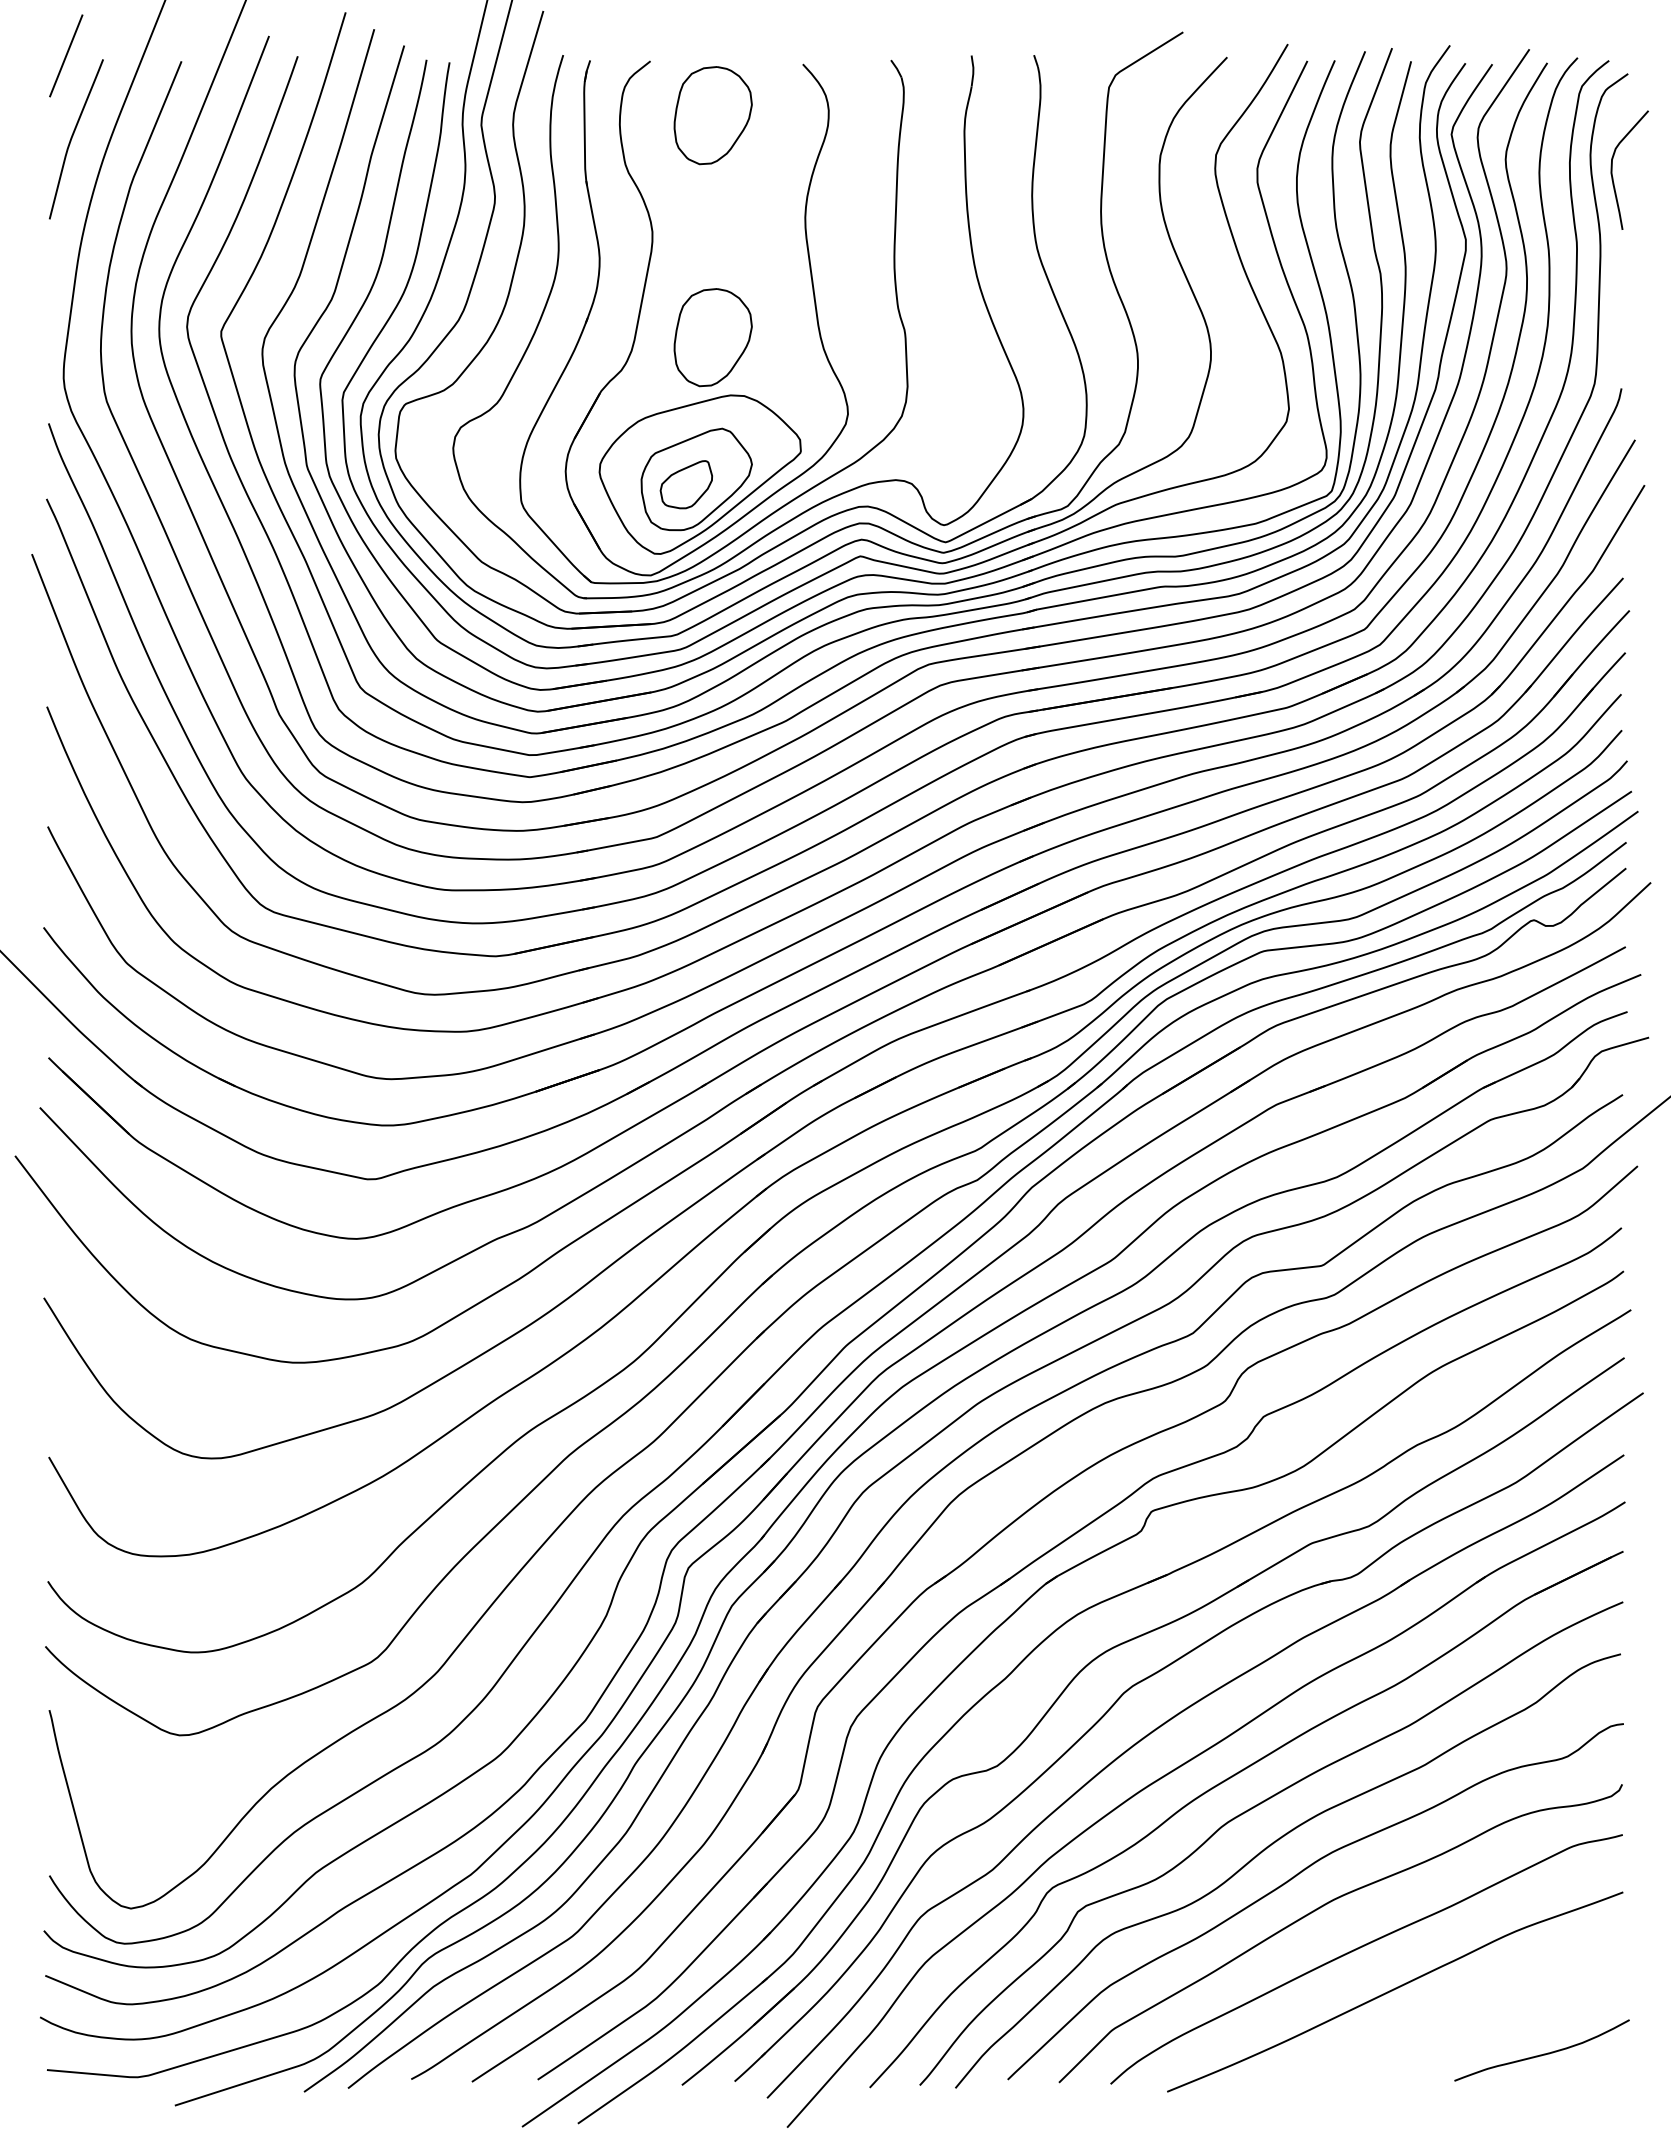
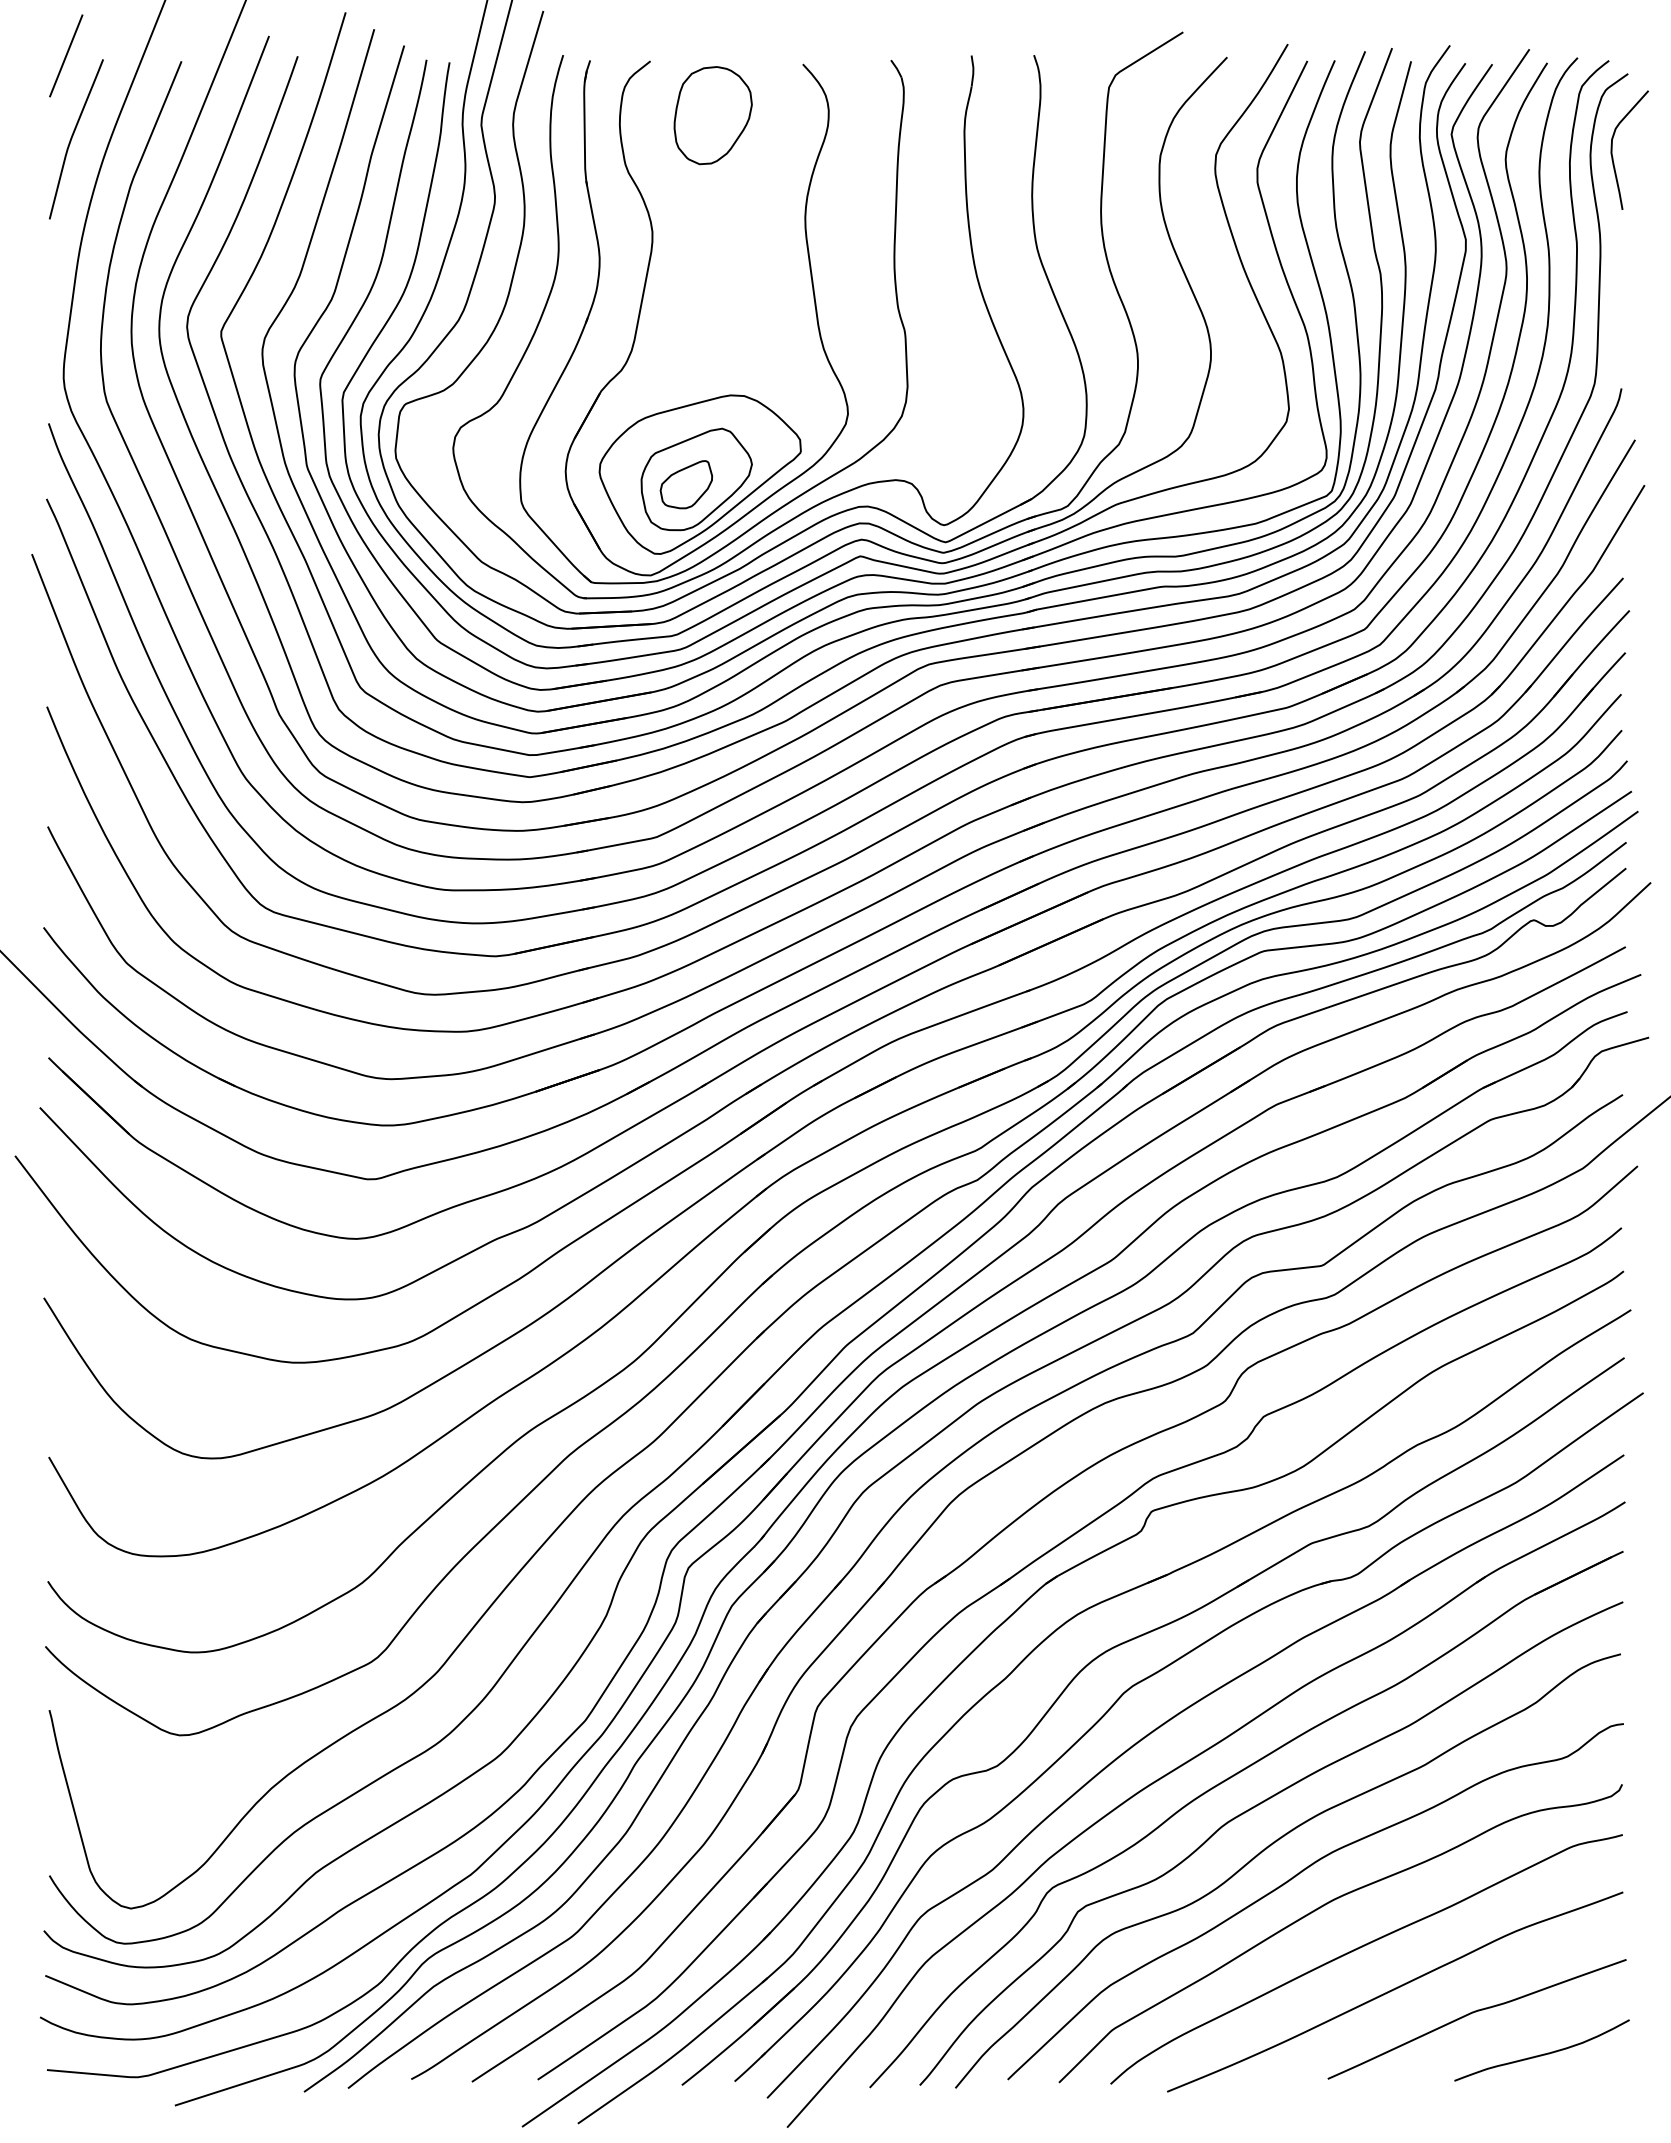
curve at (1612, 169) position: (1612, 169) -> (1612, 149)
part at (712, 337): present -> none
curve at (1473, 2013): none -> present
